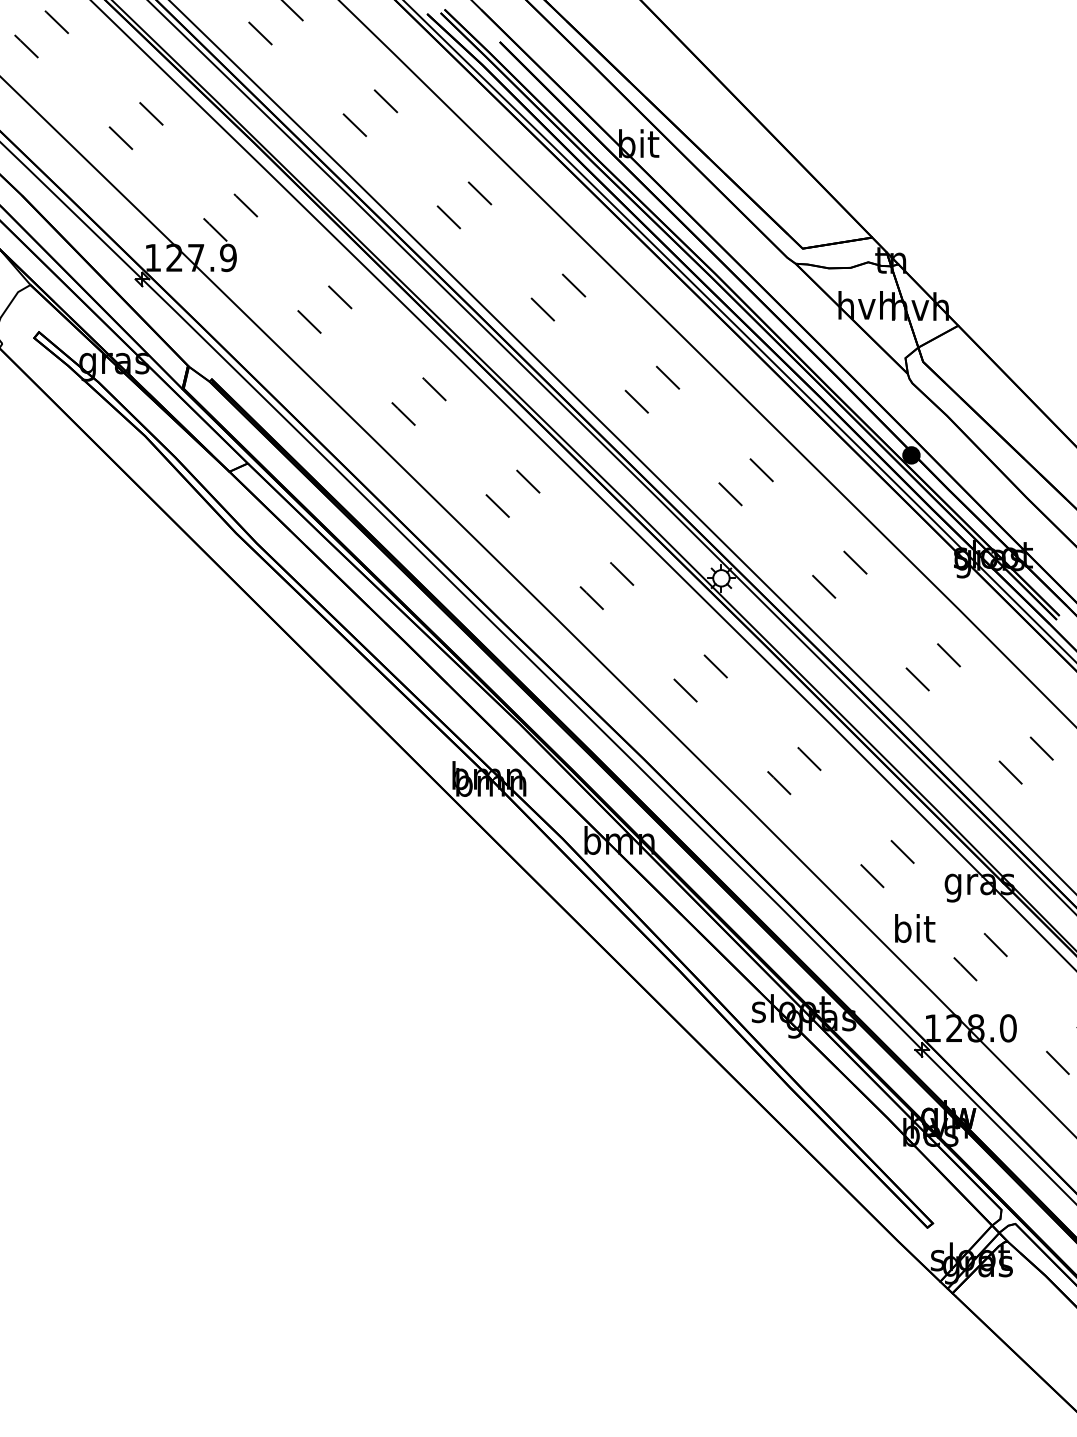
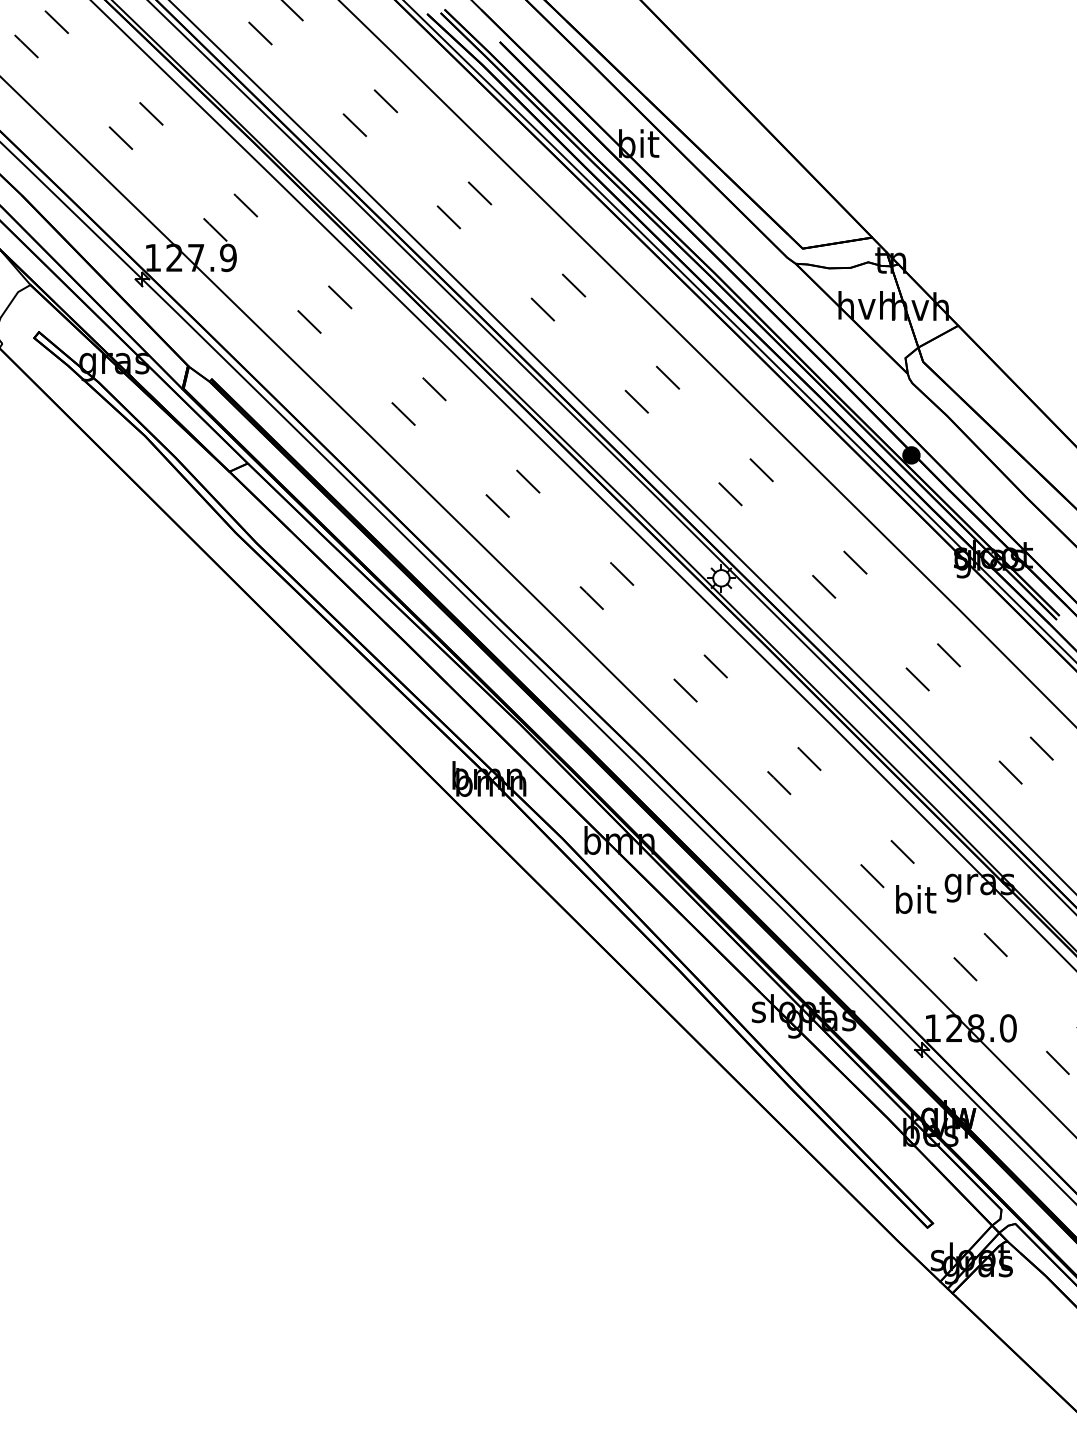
text at (915, 928) position: (915, 928) -> (916, 899)
